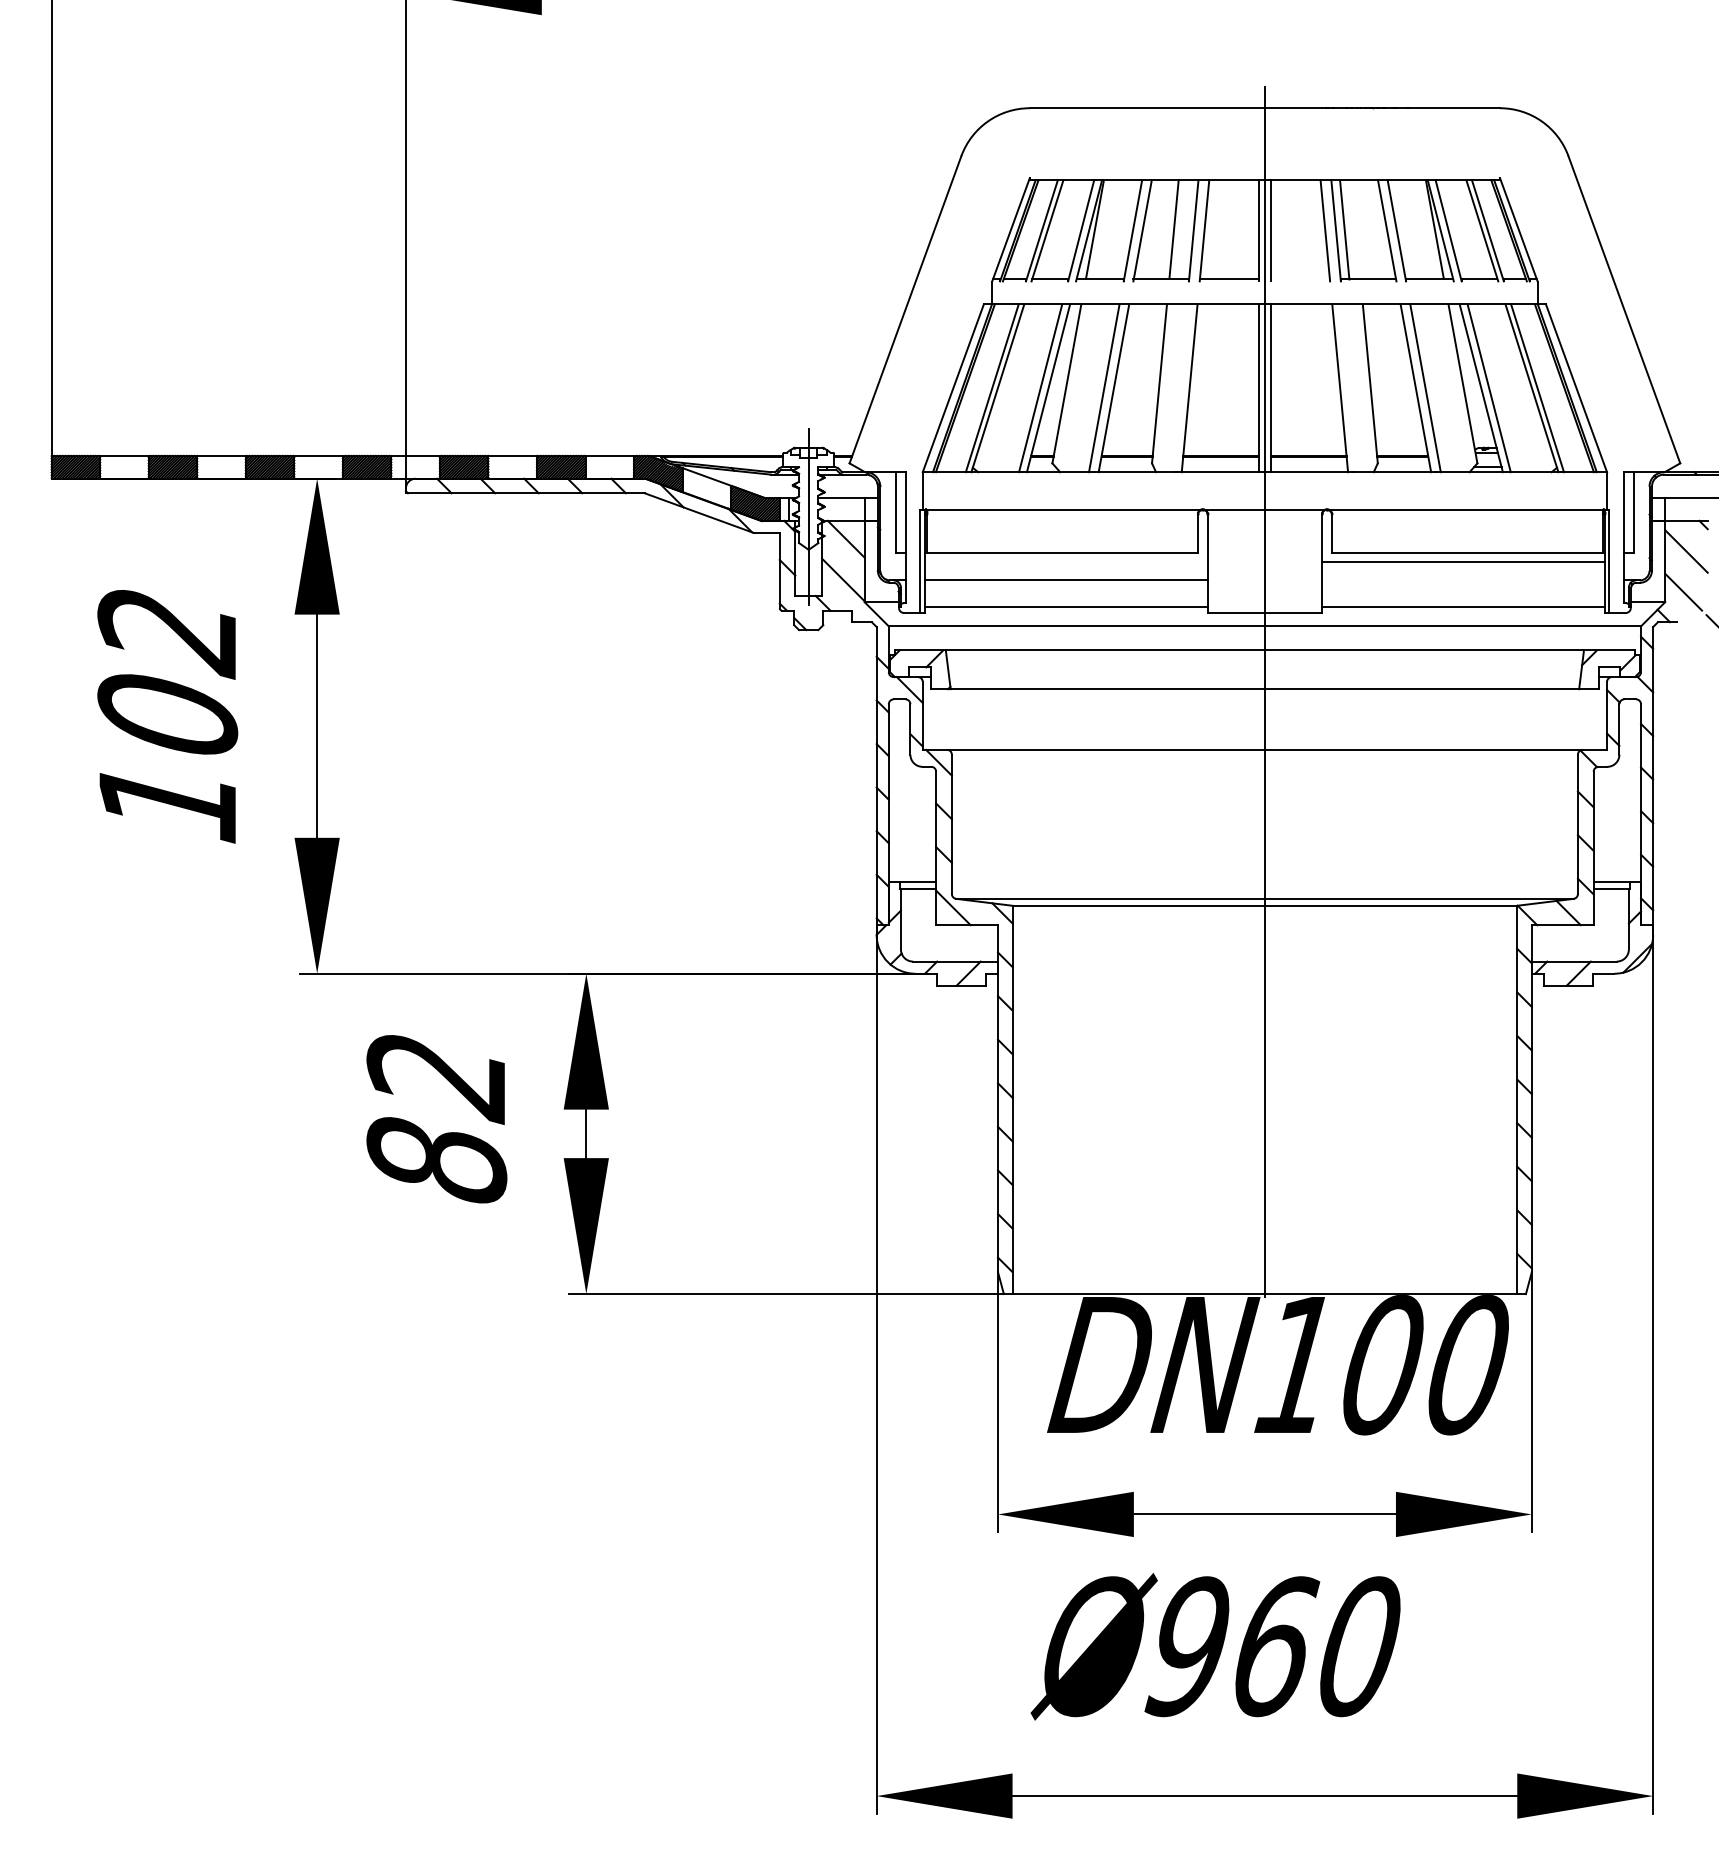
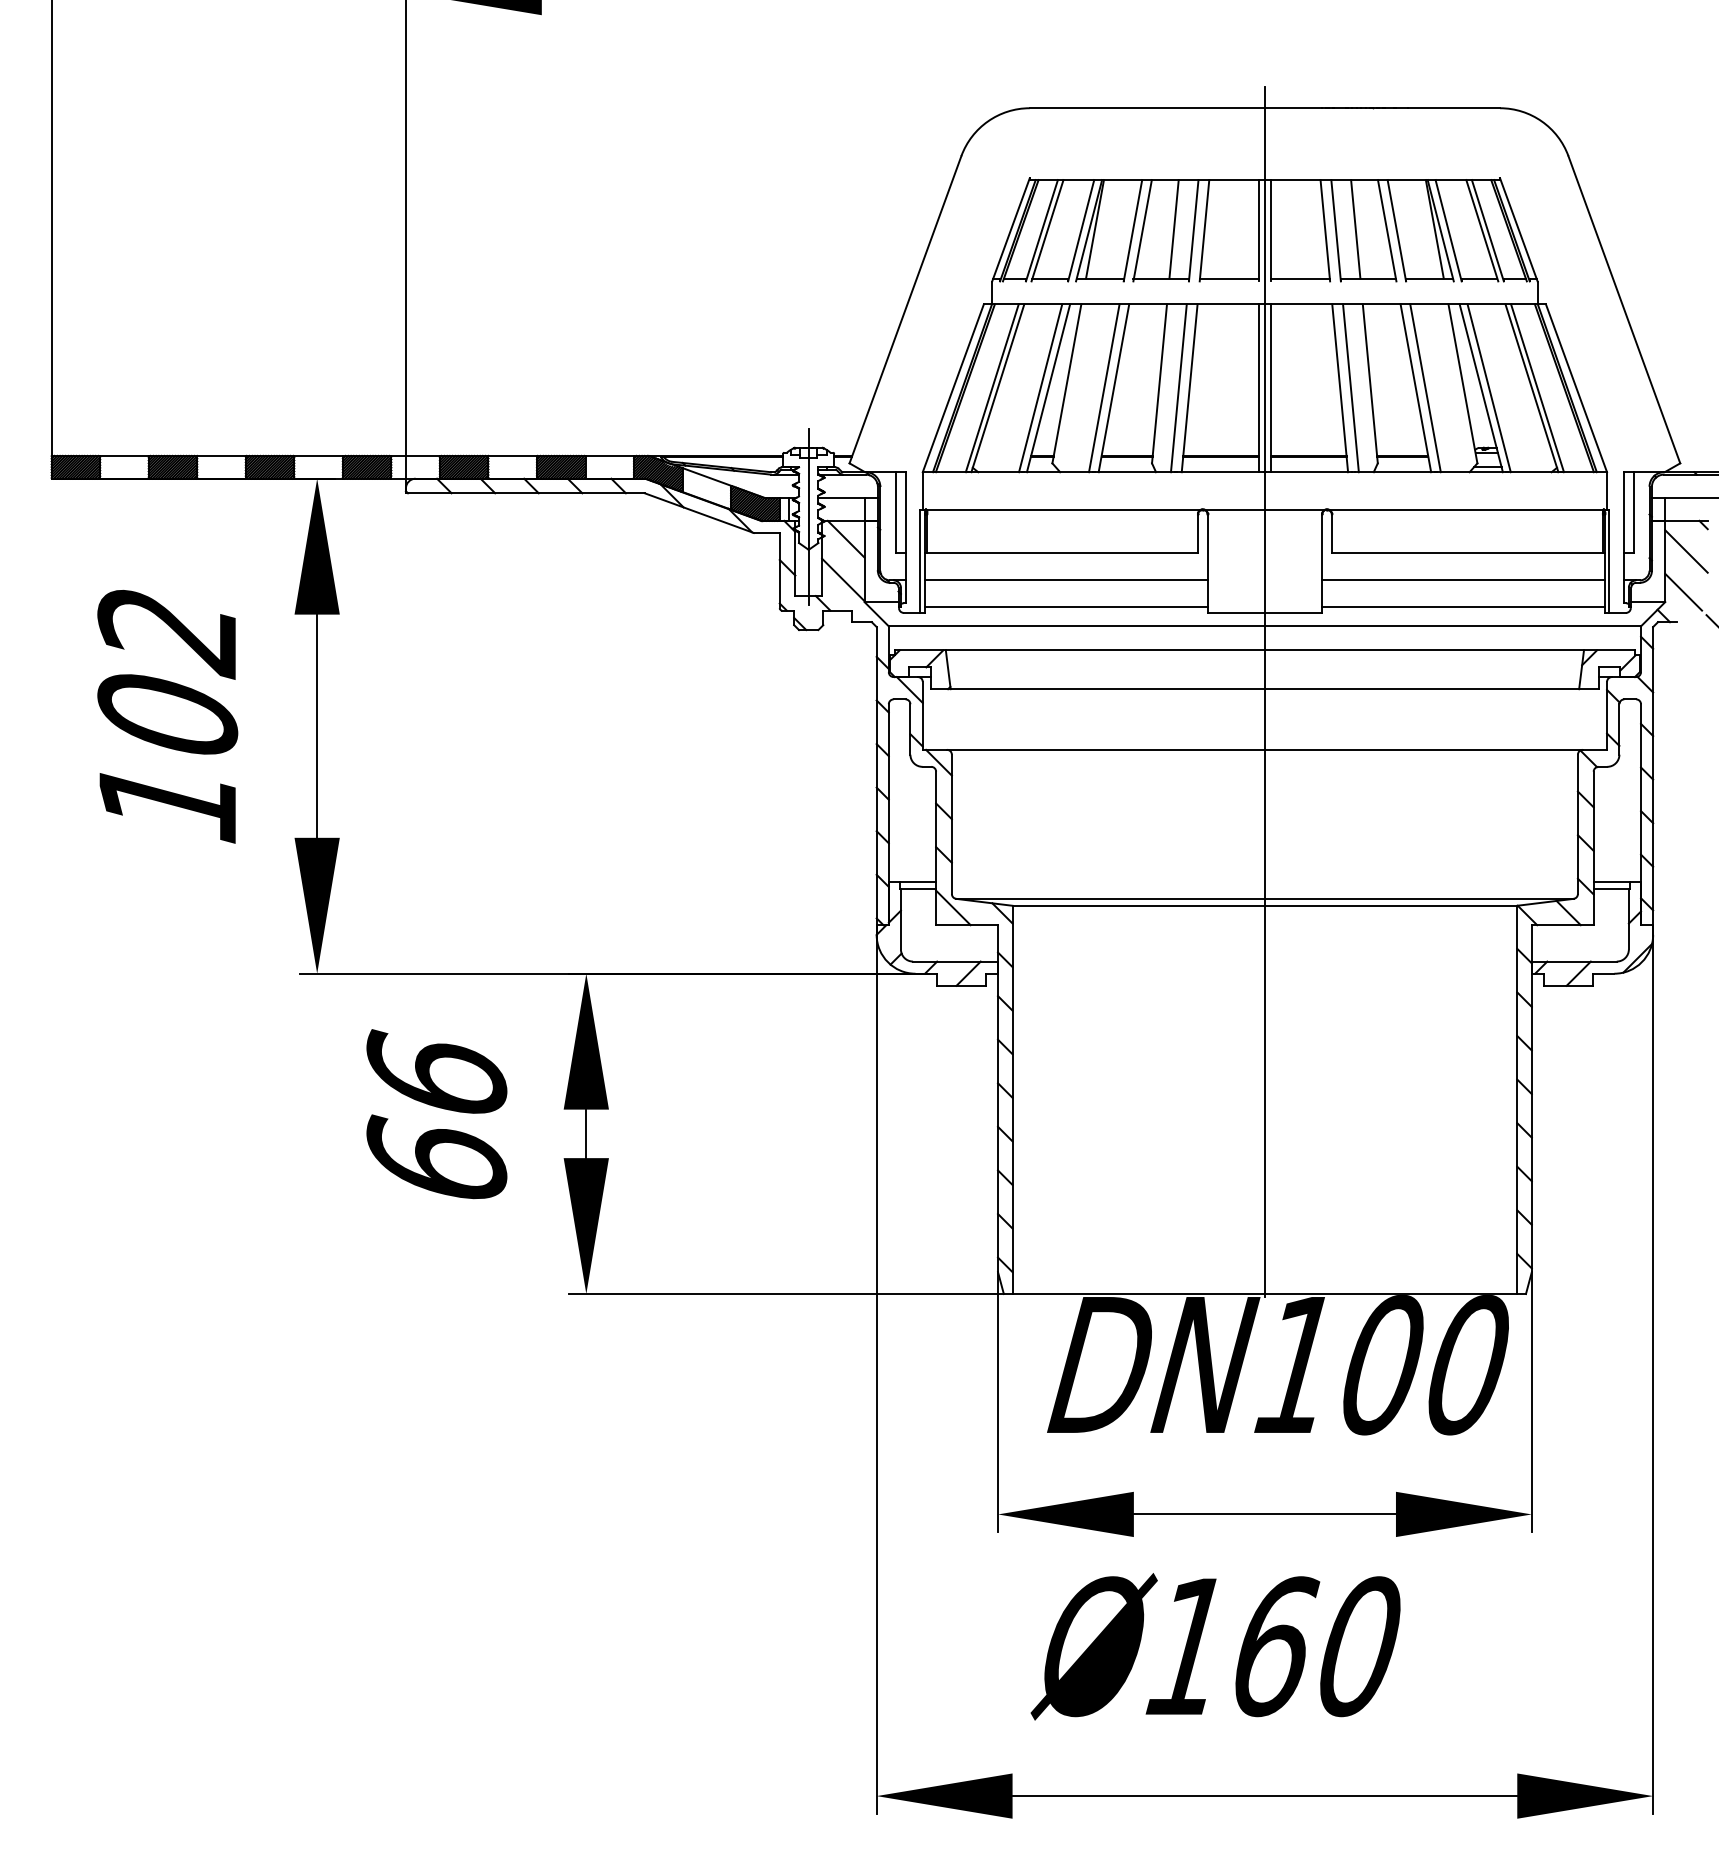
line at (1344, 230) position: (1344, 230) -> (1355, 229)
line at (1300, 278): none -> present
line at (1178, 388): none -> present
line at (1350, 388): none -> present
line at (1463, 562) position: (1463, 562) -> (1463, 580)
text at (436, 1116): 82 -> 66
text at (1186, 1646): 960 -> 160
